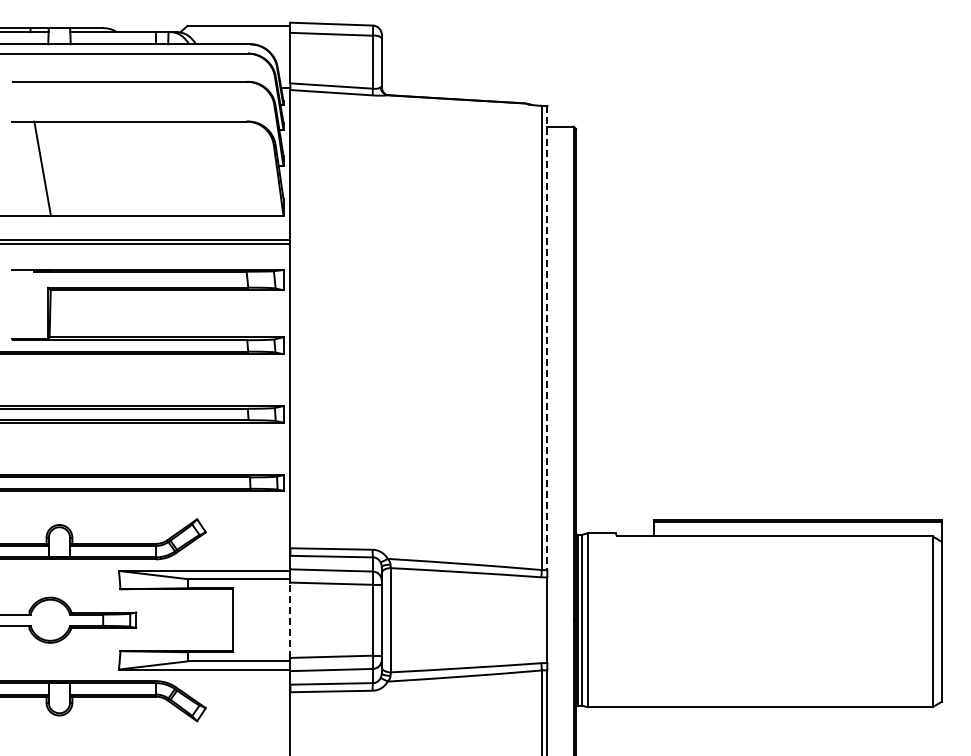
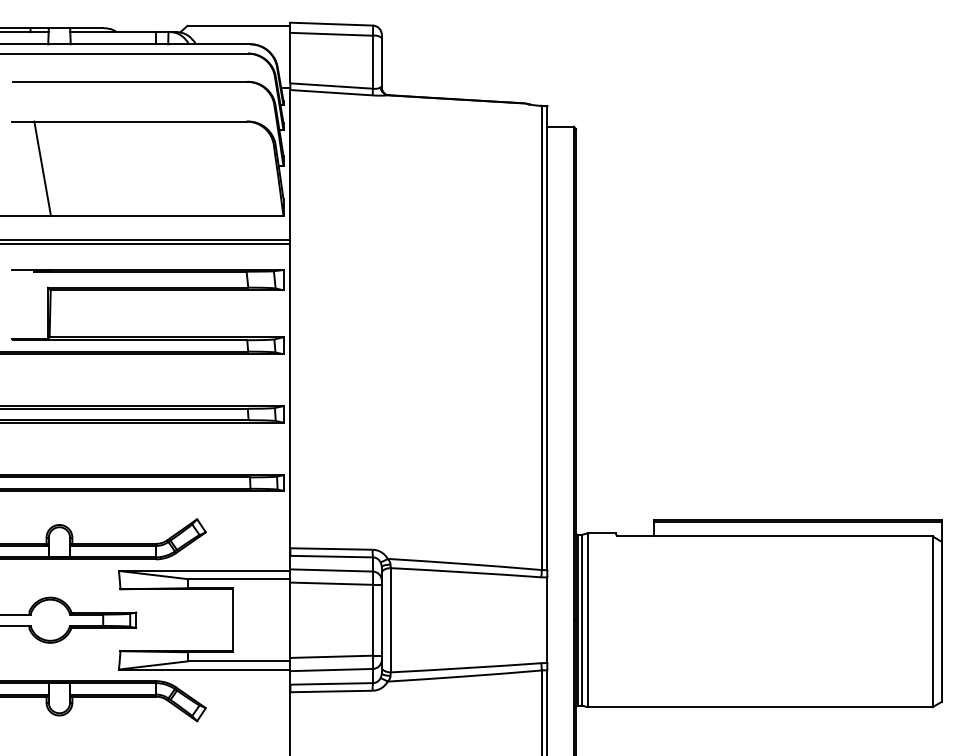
line at (547, 338): dashed -> solid
line at (290, 620): dashed -> solid
